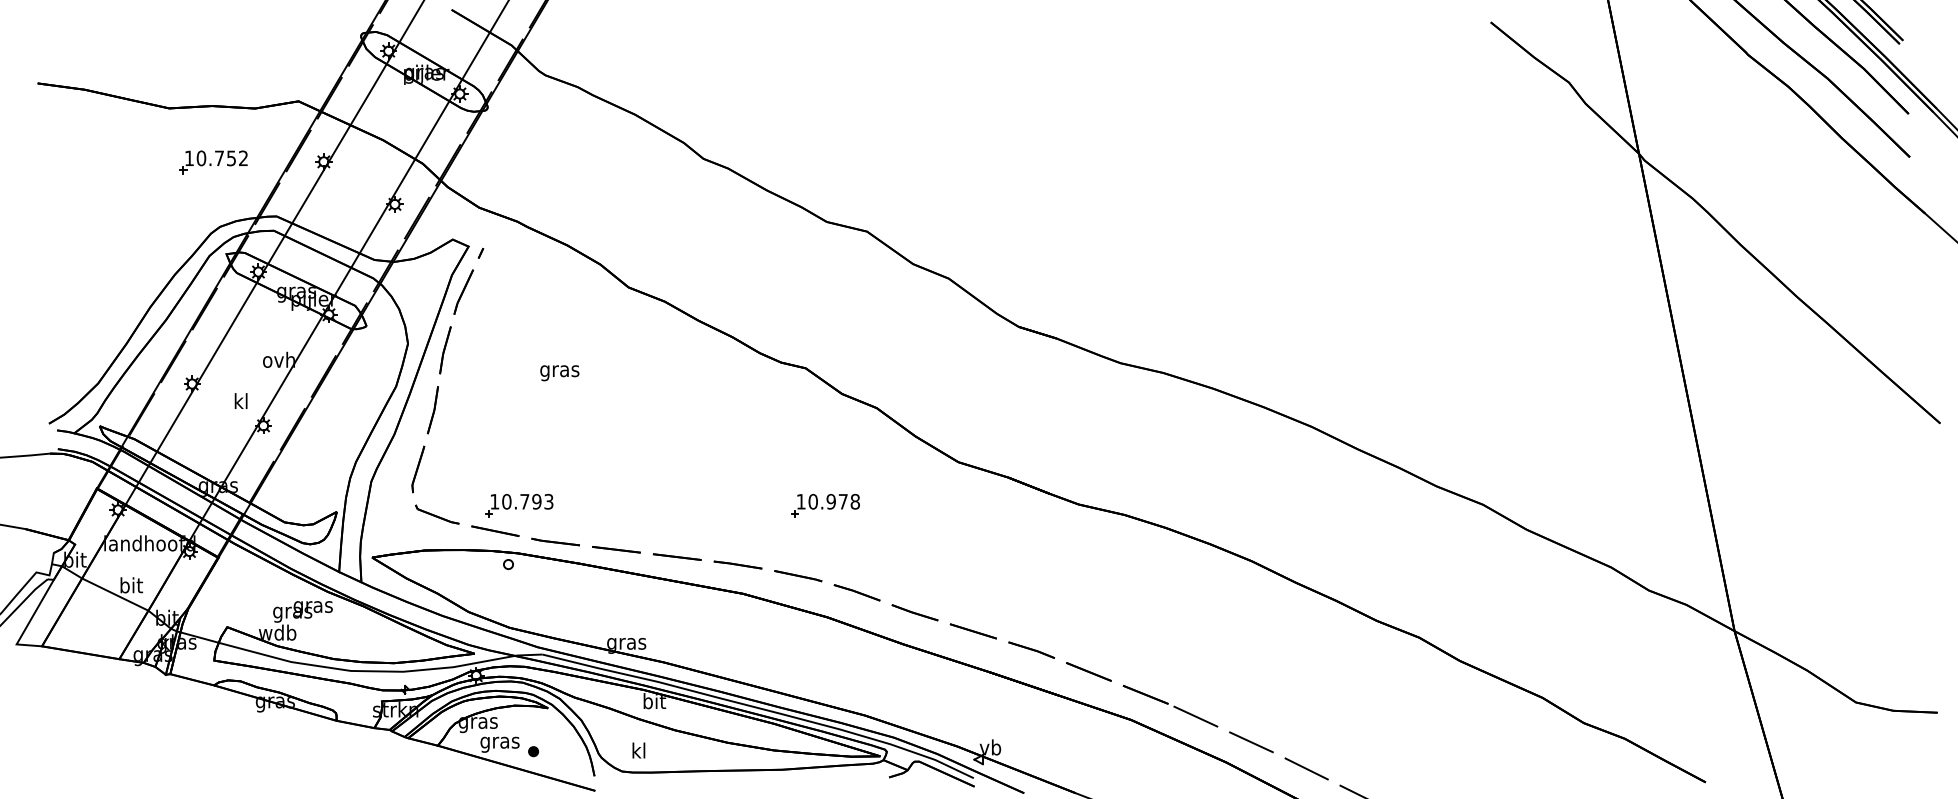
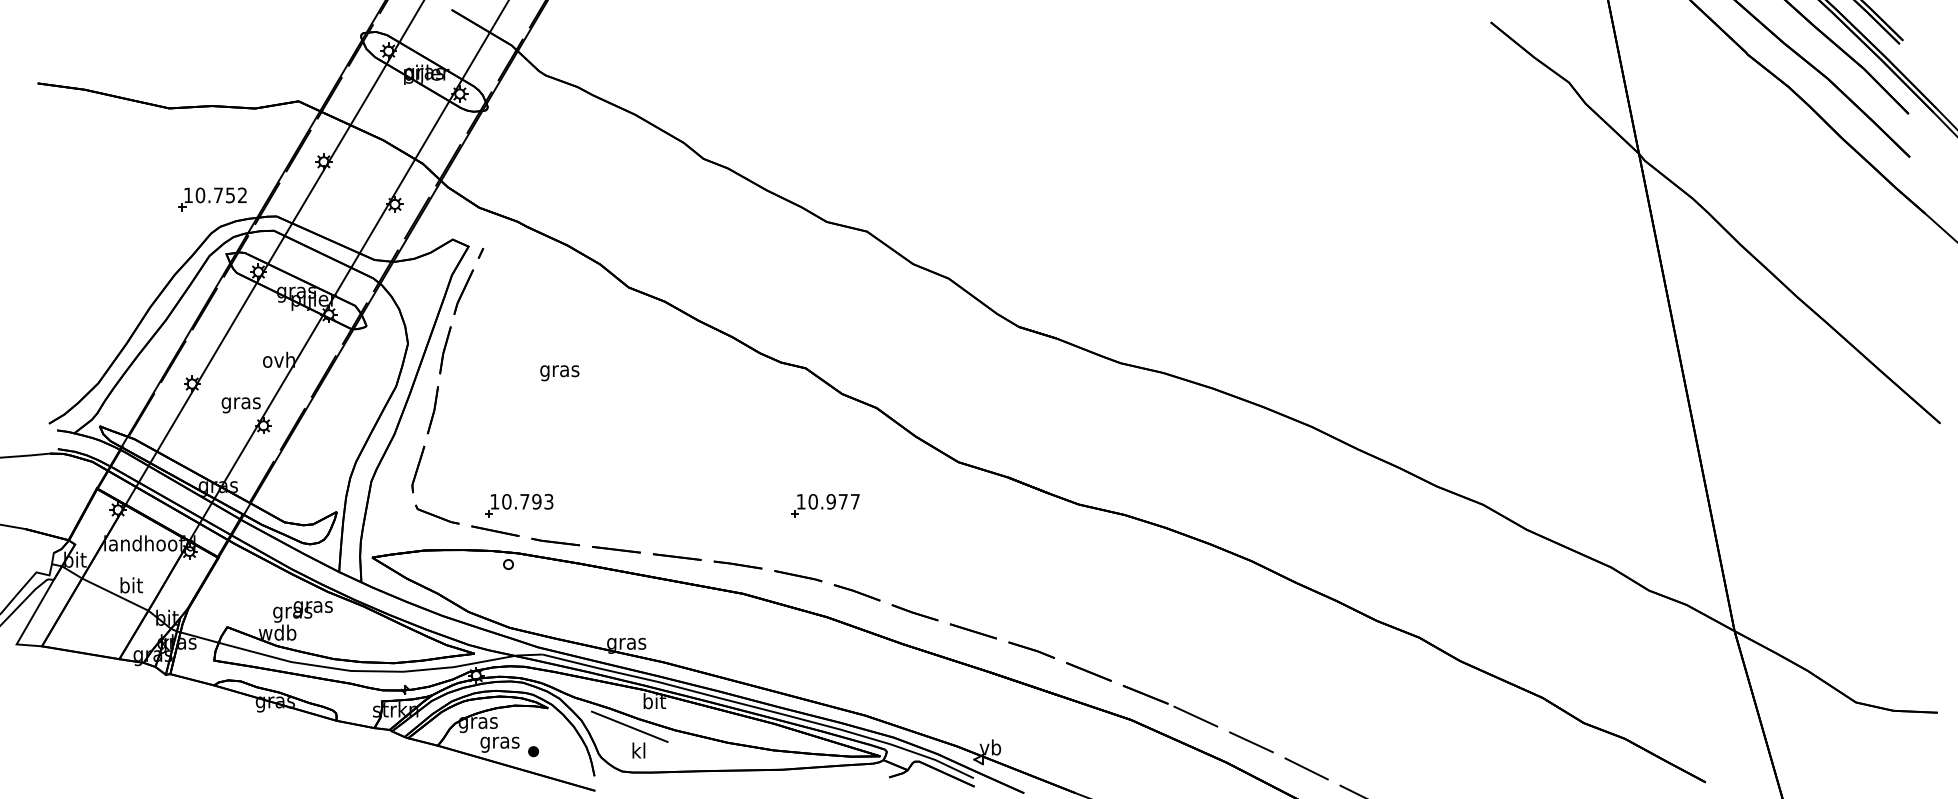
part at (213, 162) position: (213, 162) -> (212, 199)
text at (240, 403): kl -> gras
text at (854, 501): 10.978 -> 10.977
line at (629, 726): none -> present
